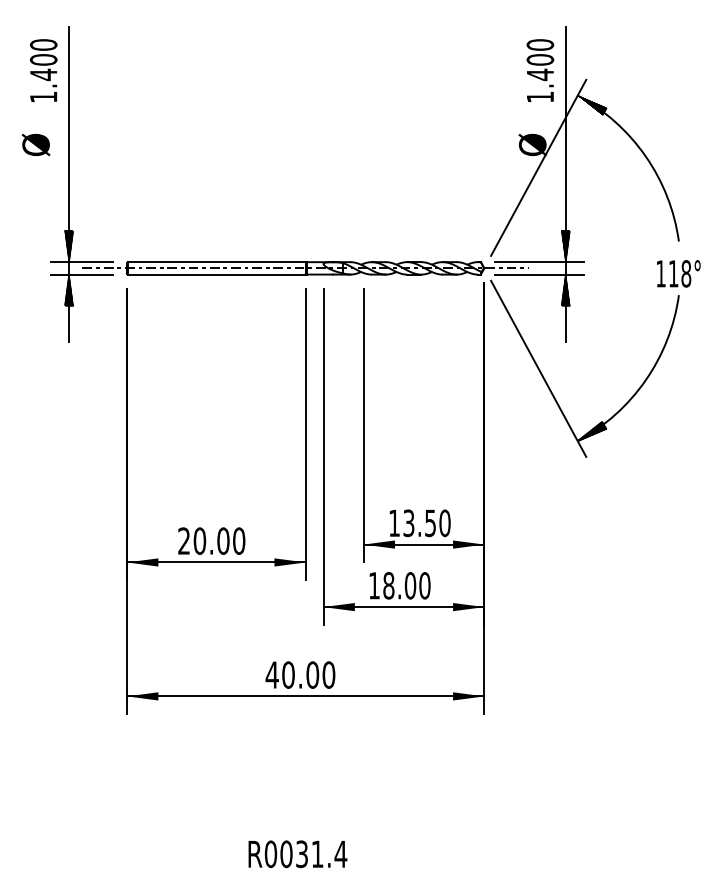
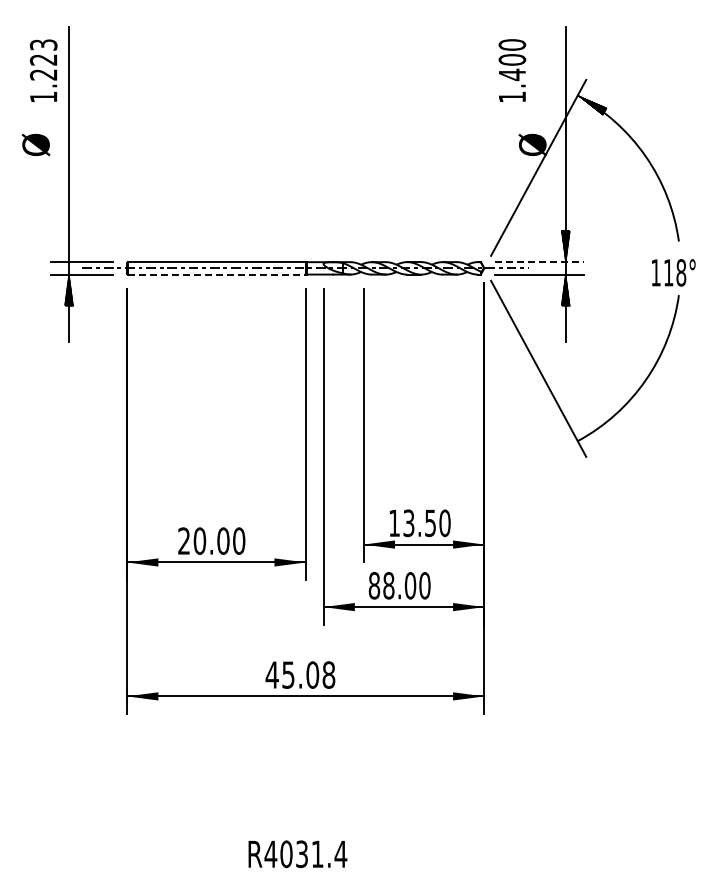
text at (43, 60): 1.400 -> 1.223
text at (540, 70) position: (540, 70) -> (512, 70)
hatch at (68, 245): present -> none
line at (539, 262): solid -> dashed
text at (678, 273) position: (678, 273) -> (673, 272)
line at (216, 274): solid -> dashed
hatch at (591, 431): present -> none
text at (374, 585): 18.00 -> 88.00
text at (308, 674): 40.00 -> 45.08
text at (270, 854): R0031.4 -> R4031.4
